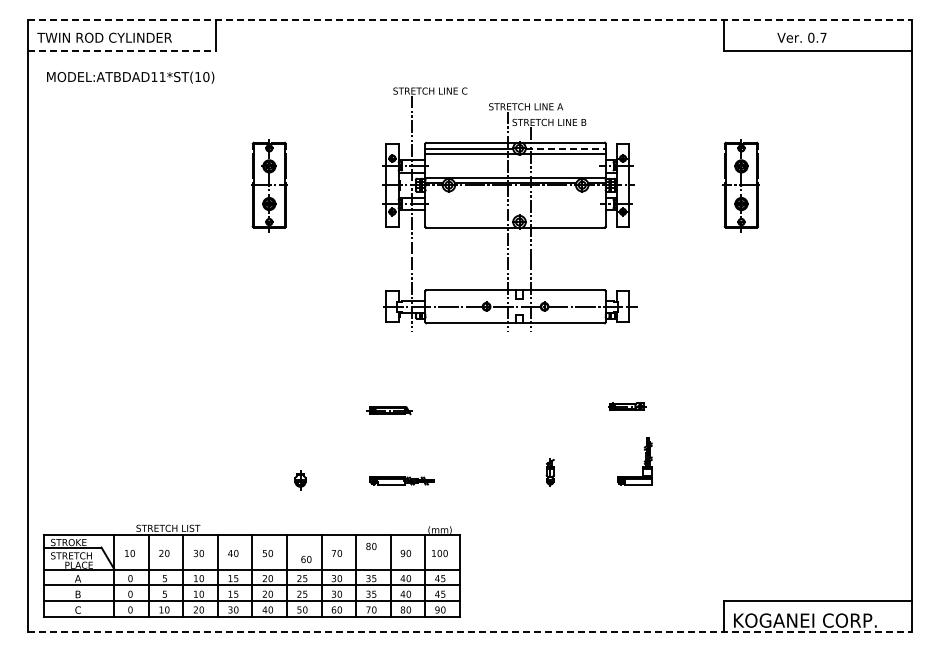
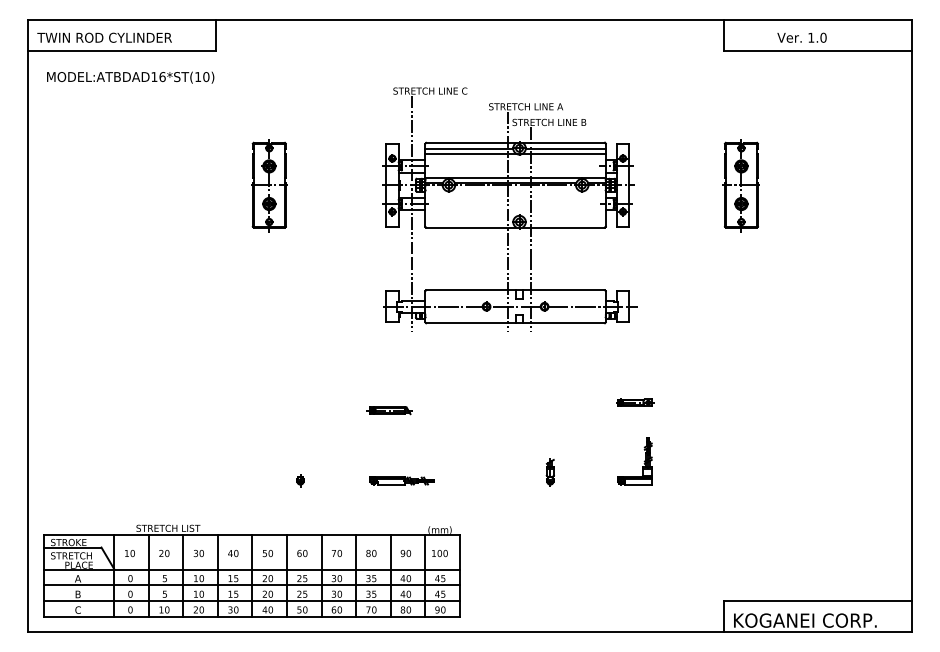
line at (470, 19): dashed -> solid
text at (817, 37): 0.7 -> 1.0
line at (122, 51): dashed -> solid
text at (162, 77): MODEL:ATBDAD11*ST(10) -> MODEL:ATBDAD16*ST(10)
line at (566, 149): dashed -> solid
part at (627, 406) position: (627, 406) -> (635, 402)
part at (300, 480) size: 13x21 px -> 9x14 px
text at (371, 546) position: (371, 546) -> (371, 553)
text at (306, 559) position: (306, 559) -> (302, 553)
line at (470, 632): dashed -> solid
